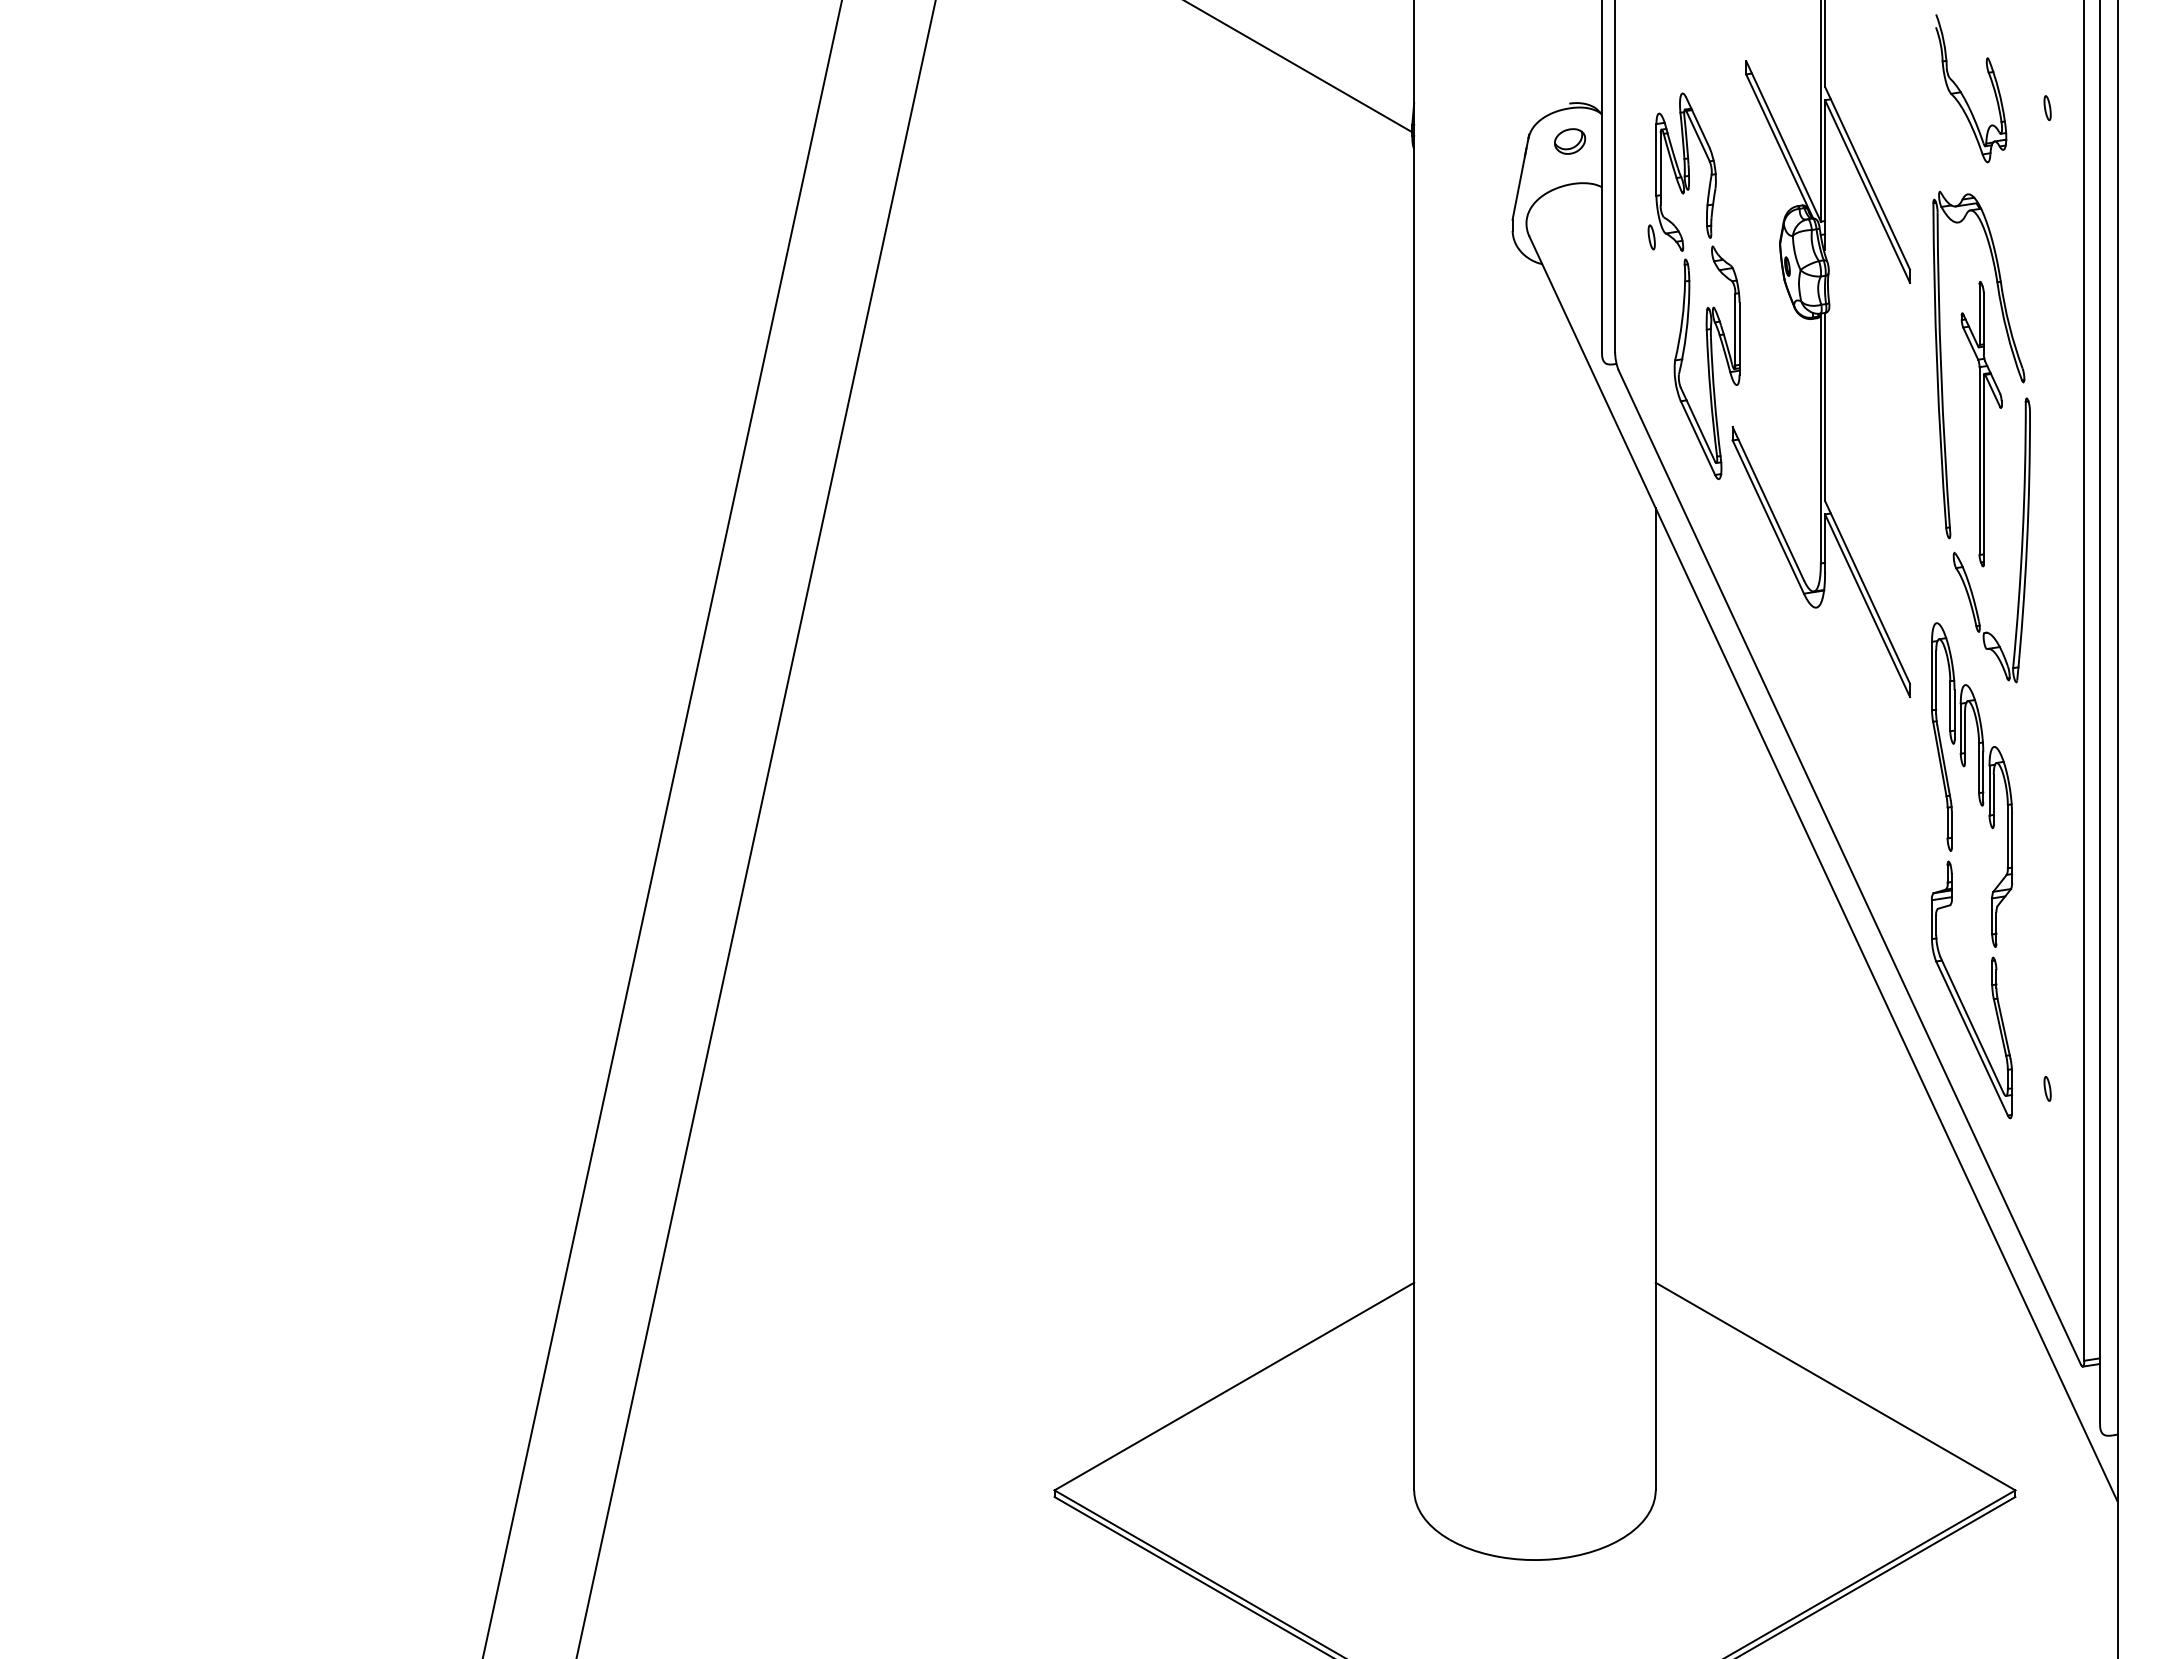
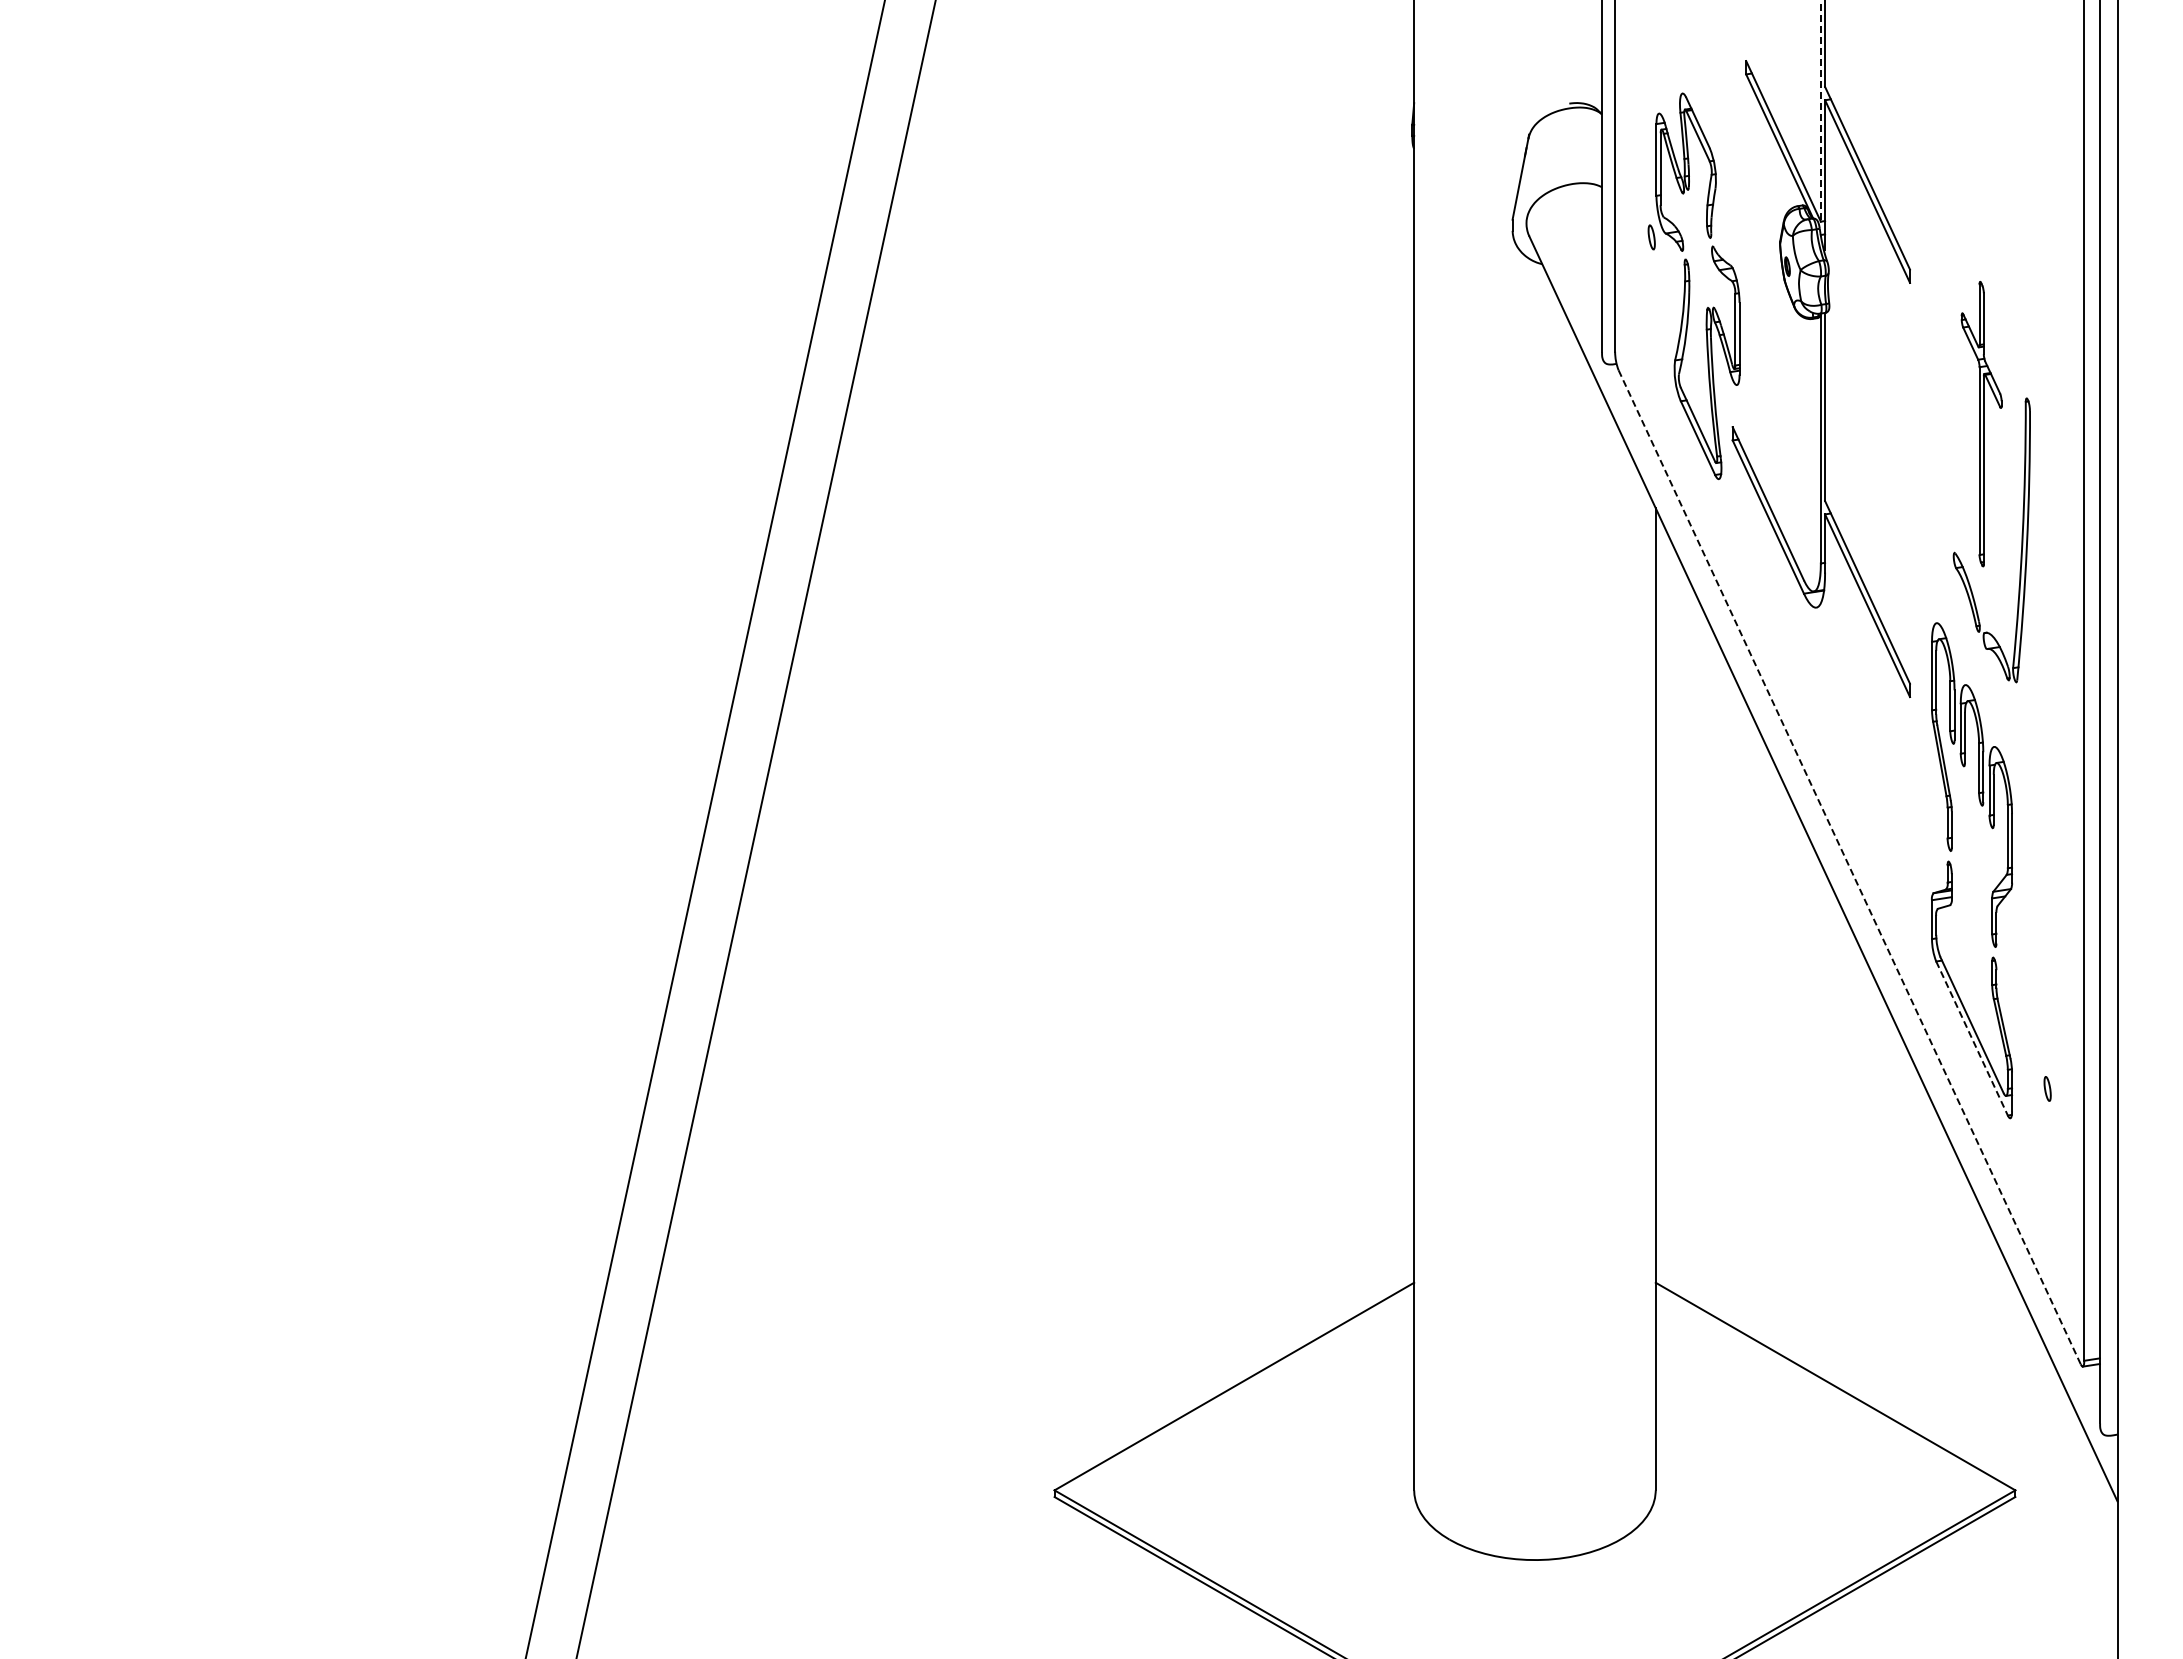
line at (1299, 67): present -> none
part at (1963, 94): present -> none
part at (2047, 107): present -> none
line at (1820, 111): solid -> dashed
part at (1570, 141): present -> none
part at (2011, 352): present -> none
line at (662, 828) position: (662, 828) -> (705, 828)
line at (1849, 867): solid -> dashed
line at (1972, 1038): solid -> dashed
